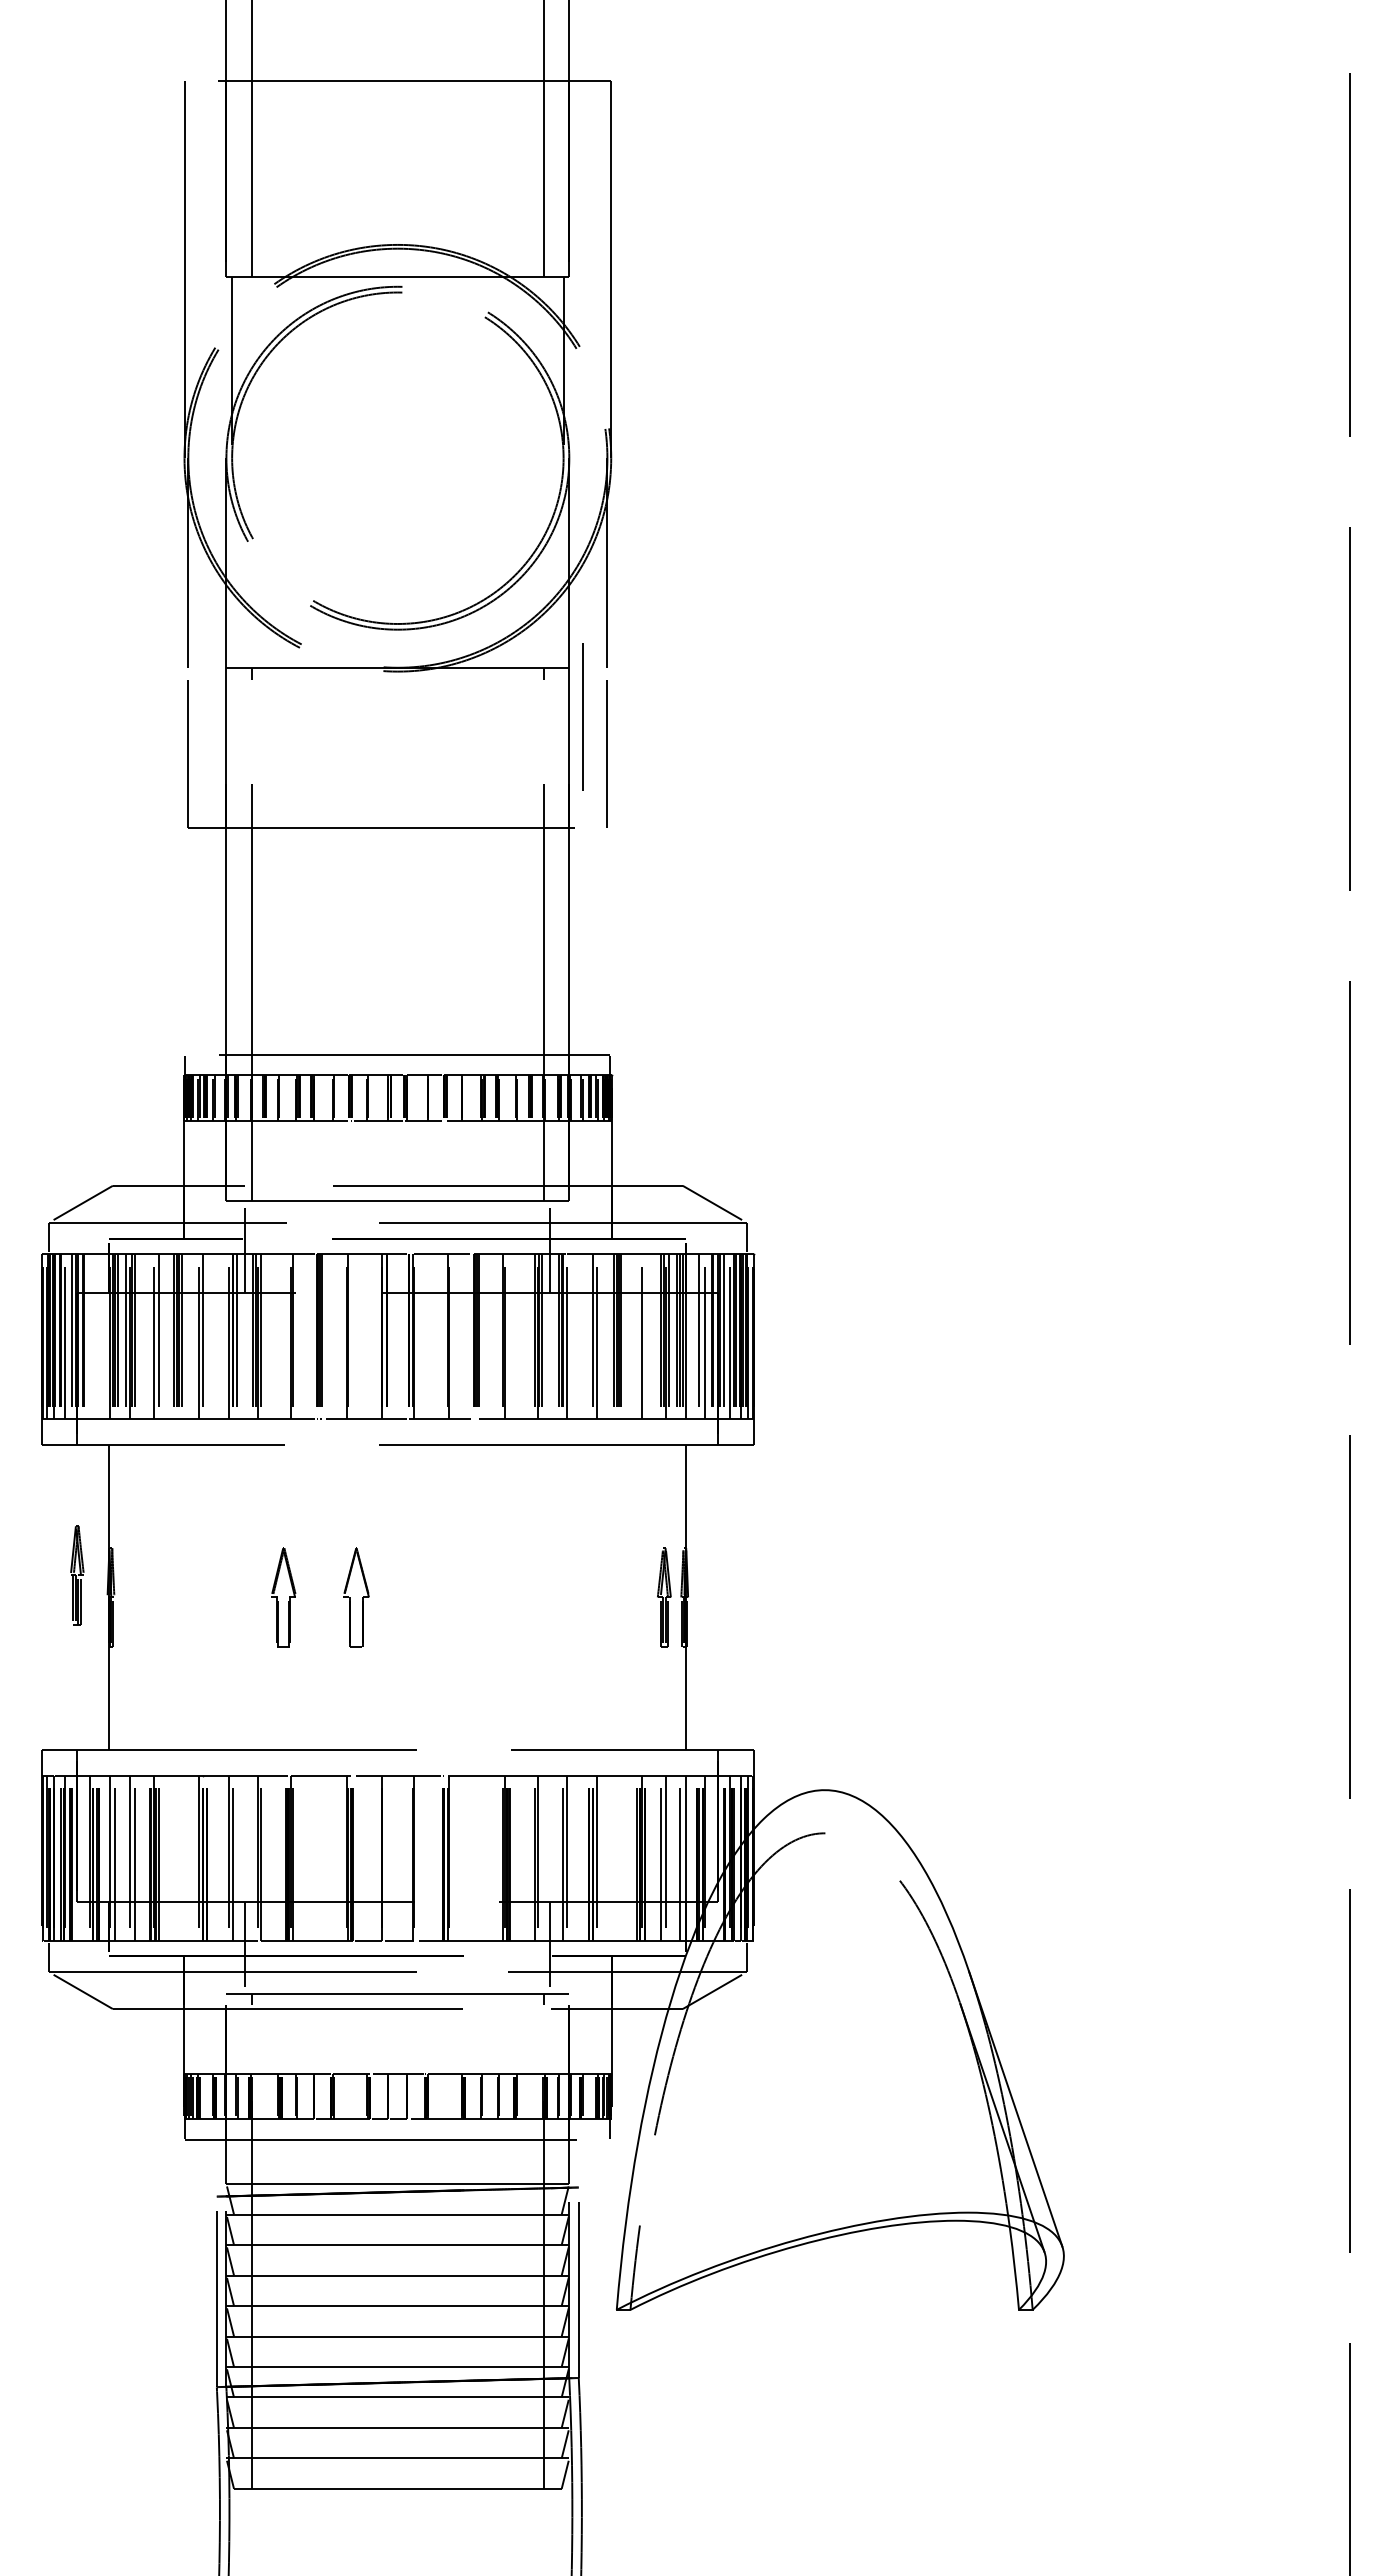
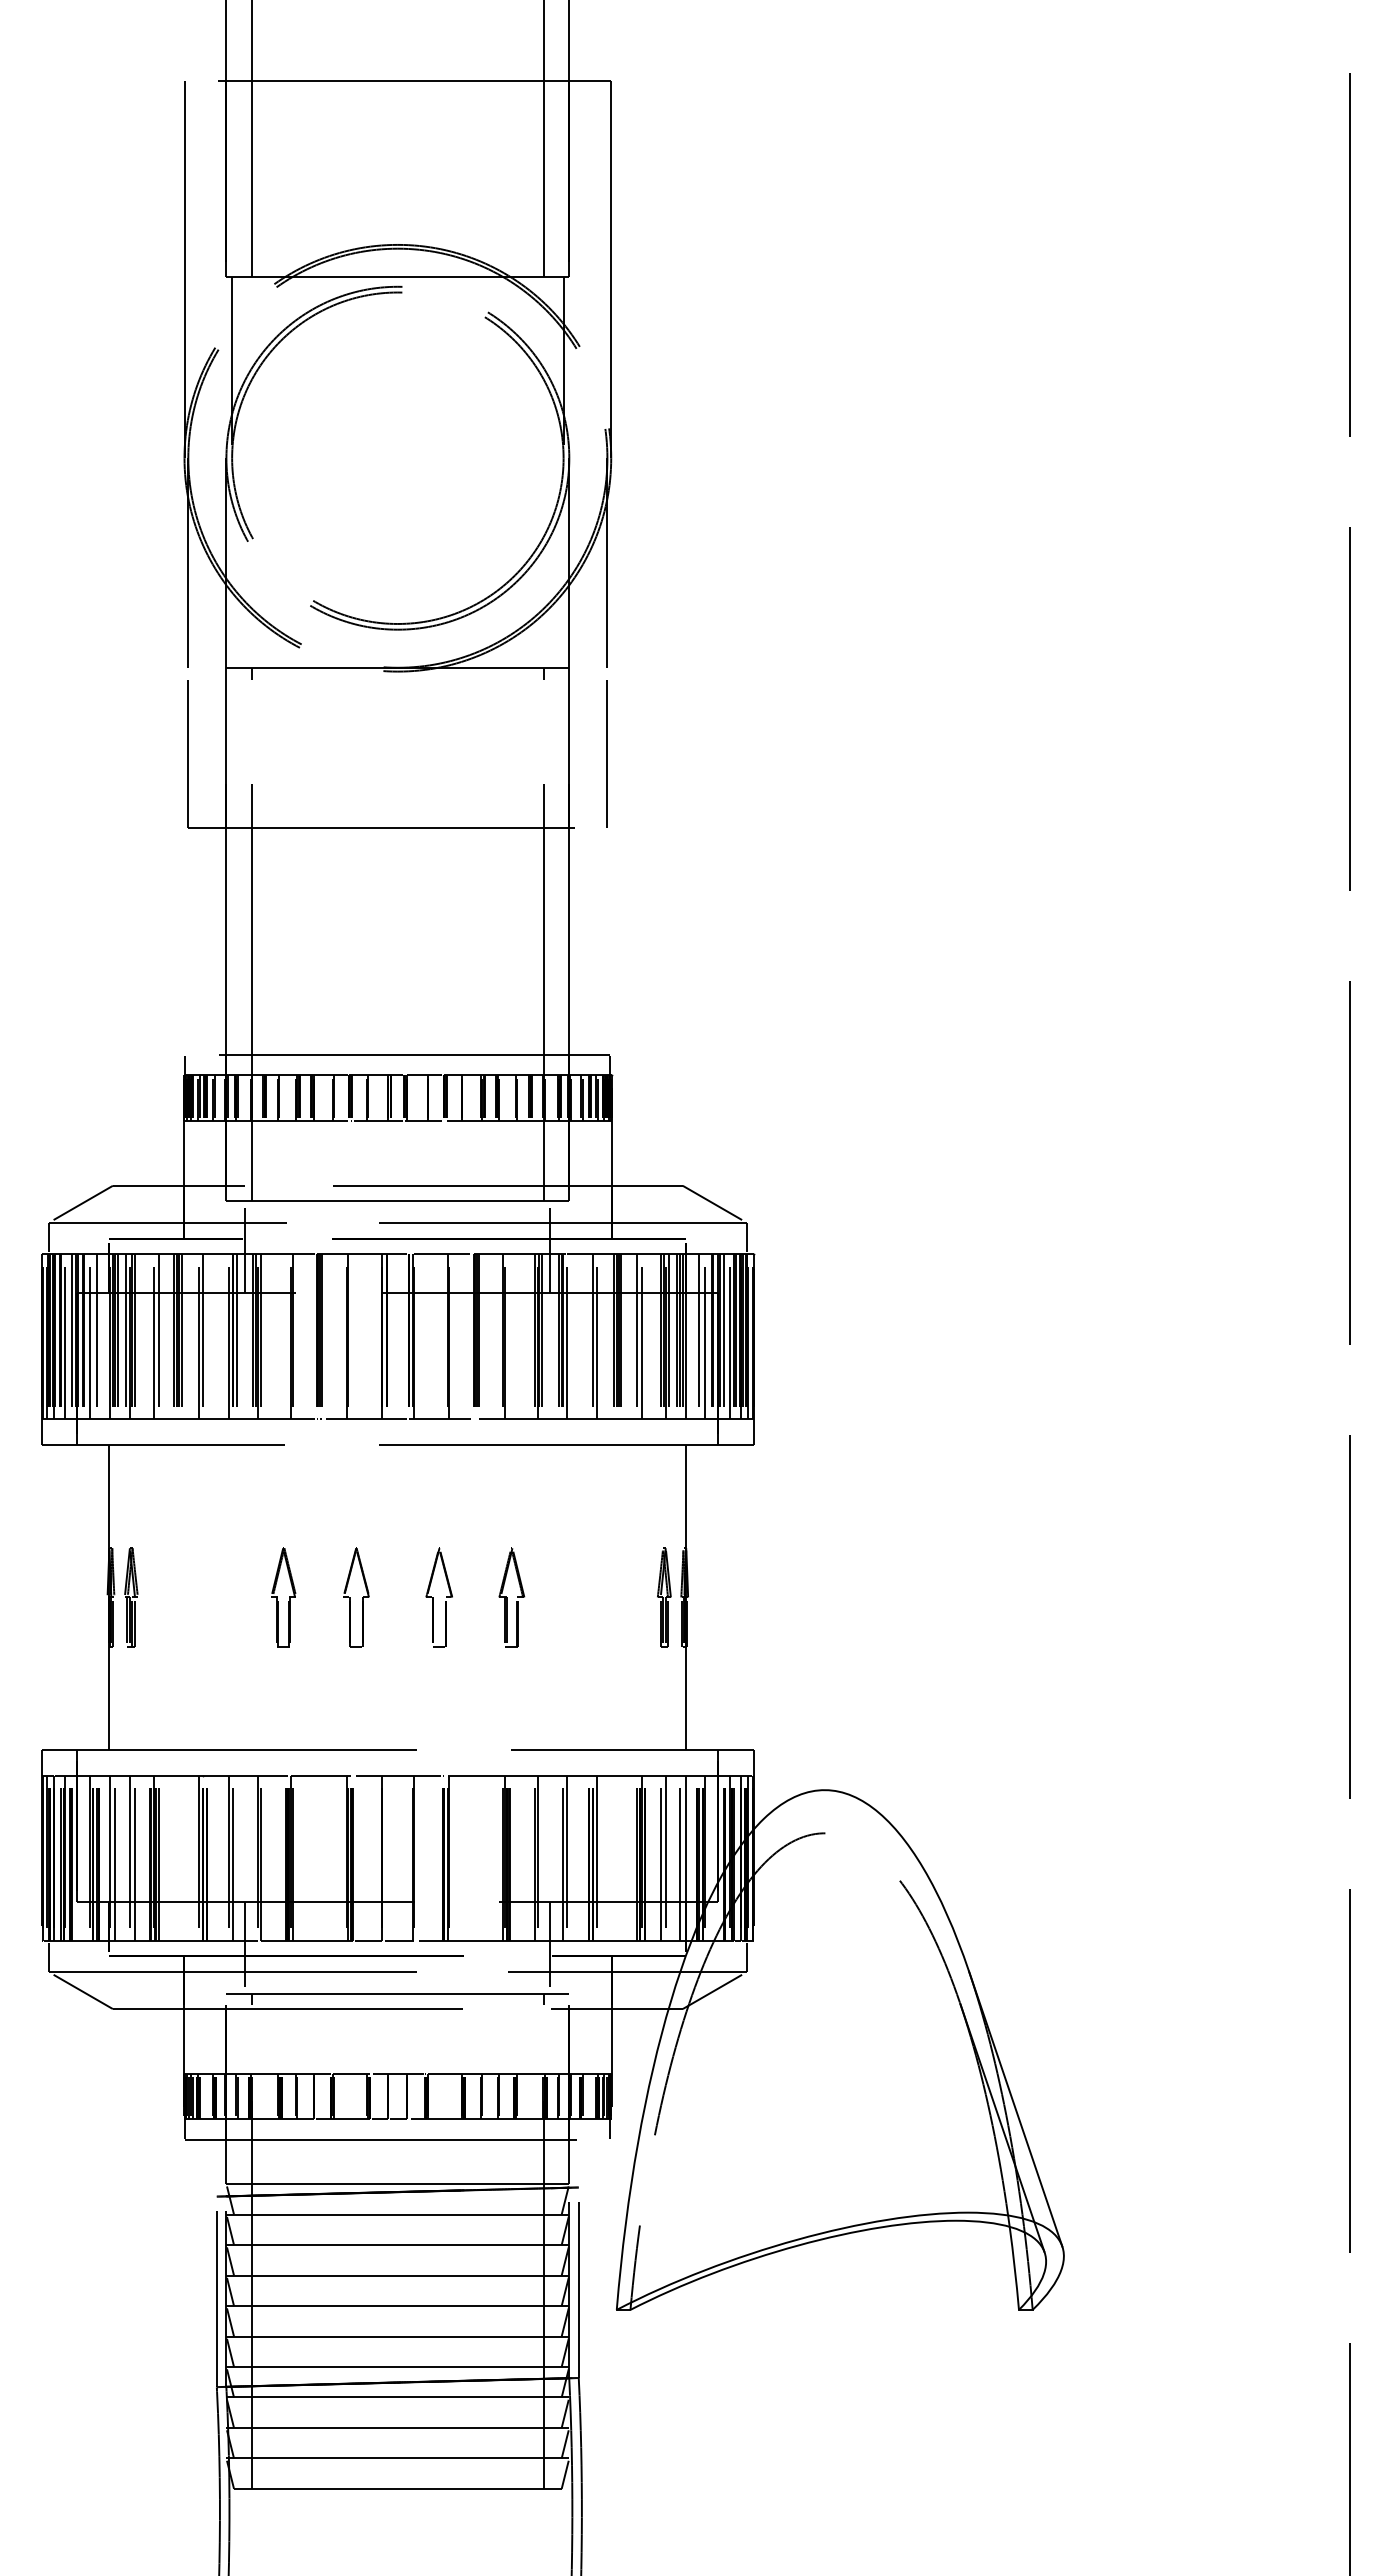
line at (582, 716): present -> none
line at (90, 1336): none -> present
line at (96, 1336): none -> present
line at (636, 1336): none -> present
part at (77, 1575) position: (77, 1575) -> (131, 1597)
part at (438, 1597): none -> present
part at (511, 1597): none -> present
